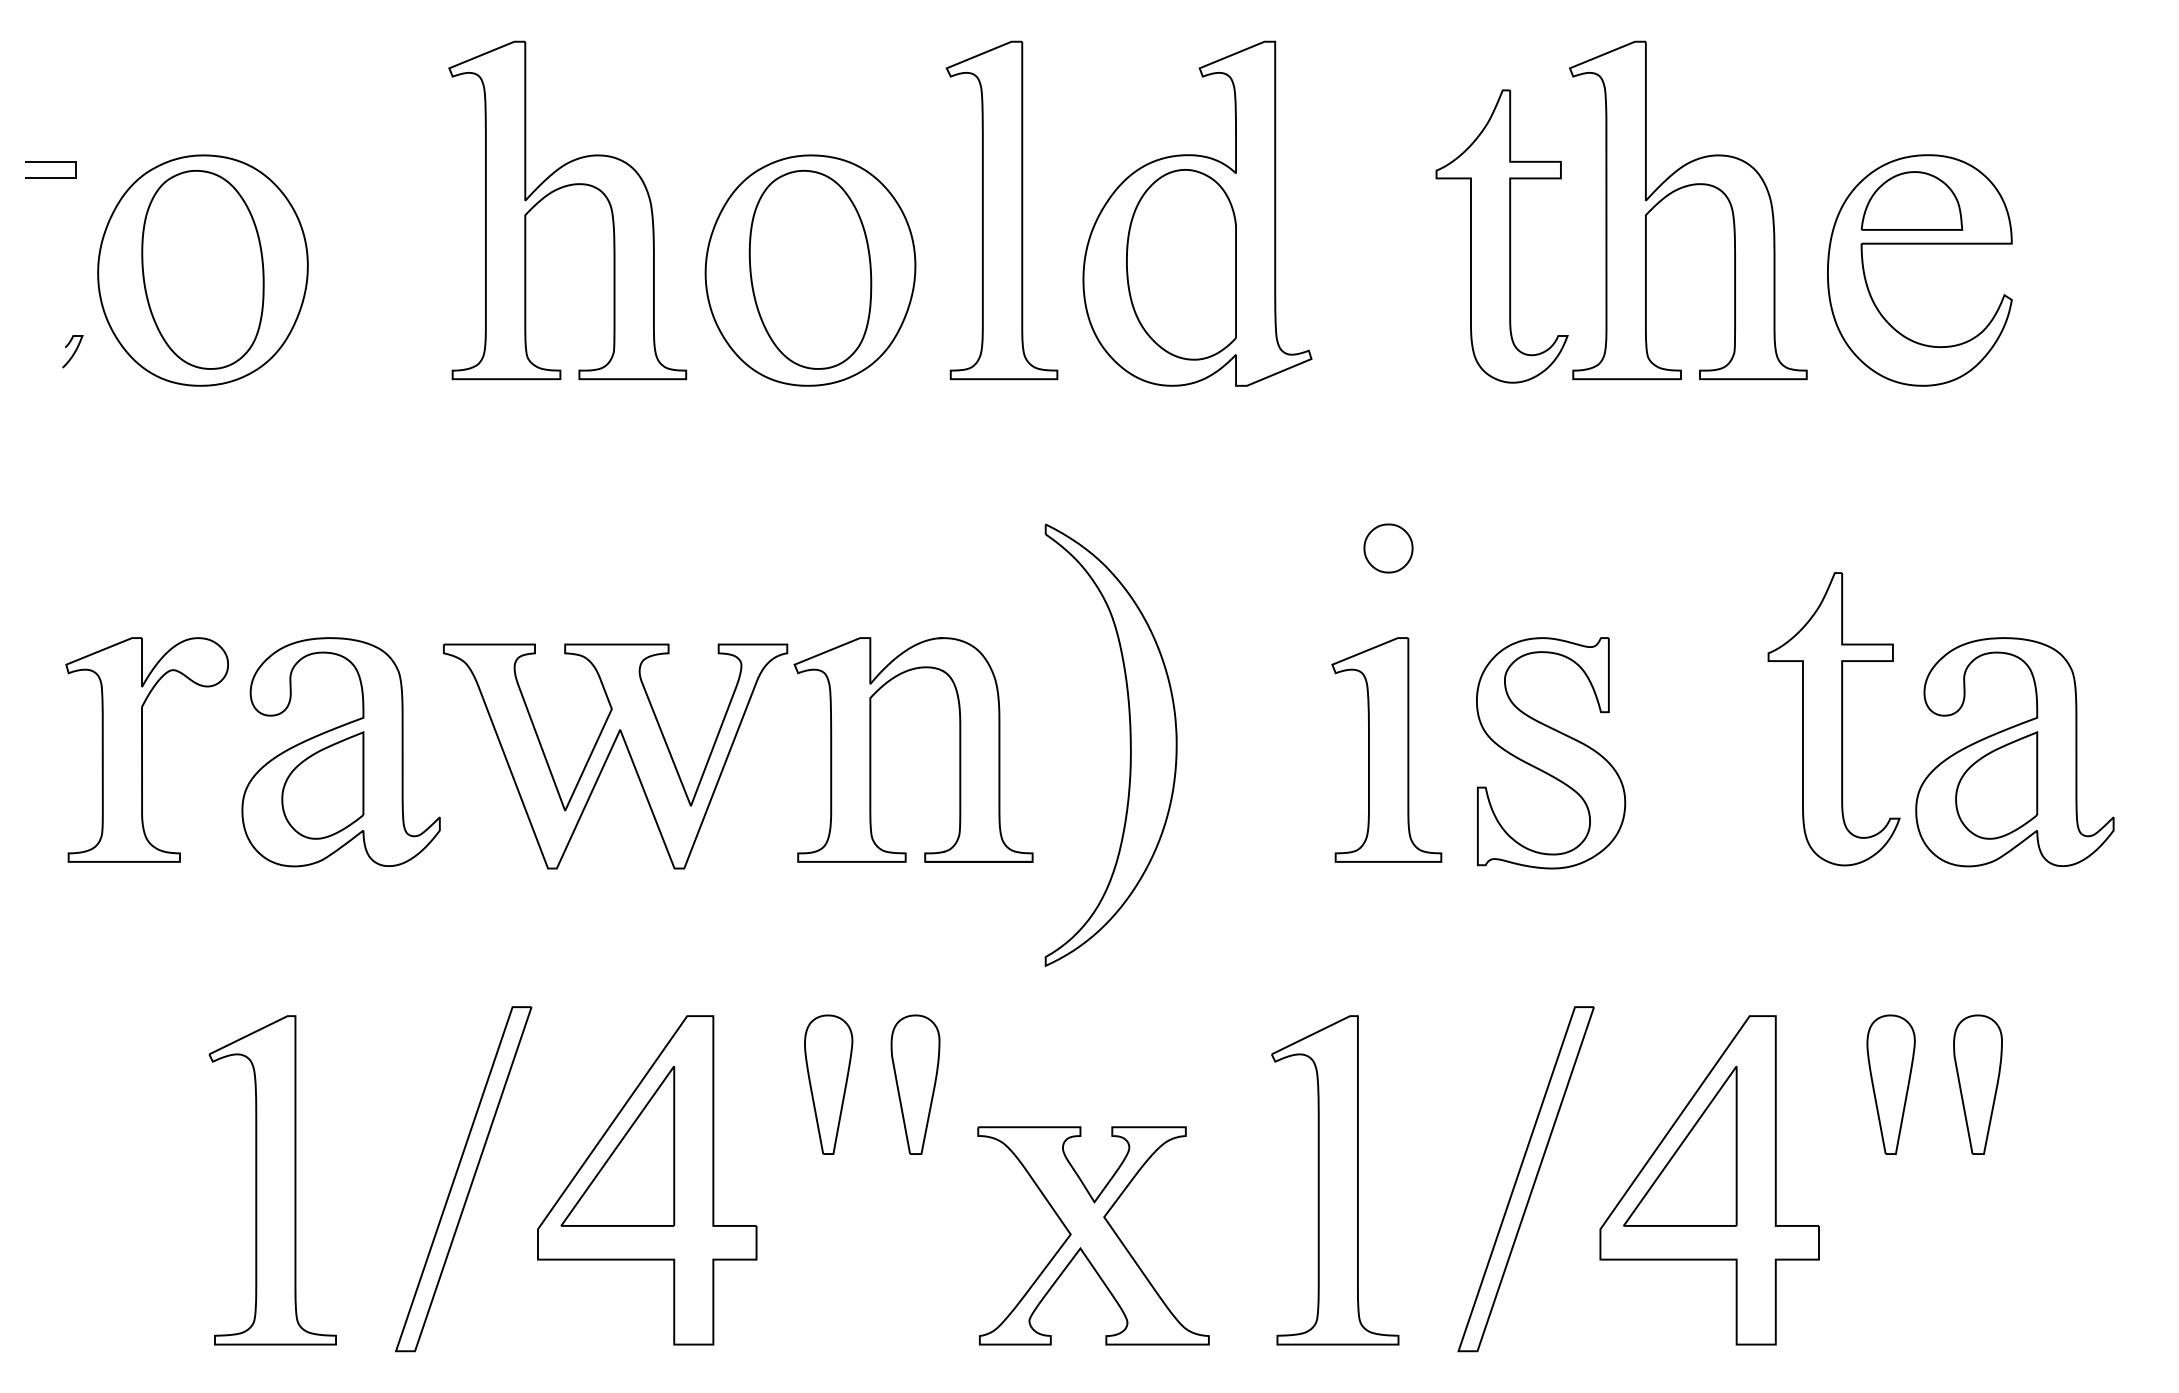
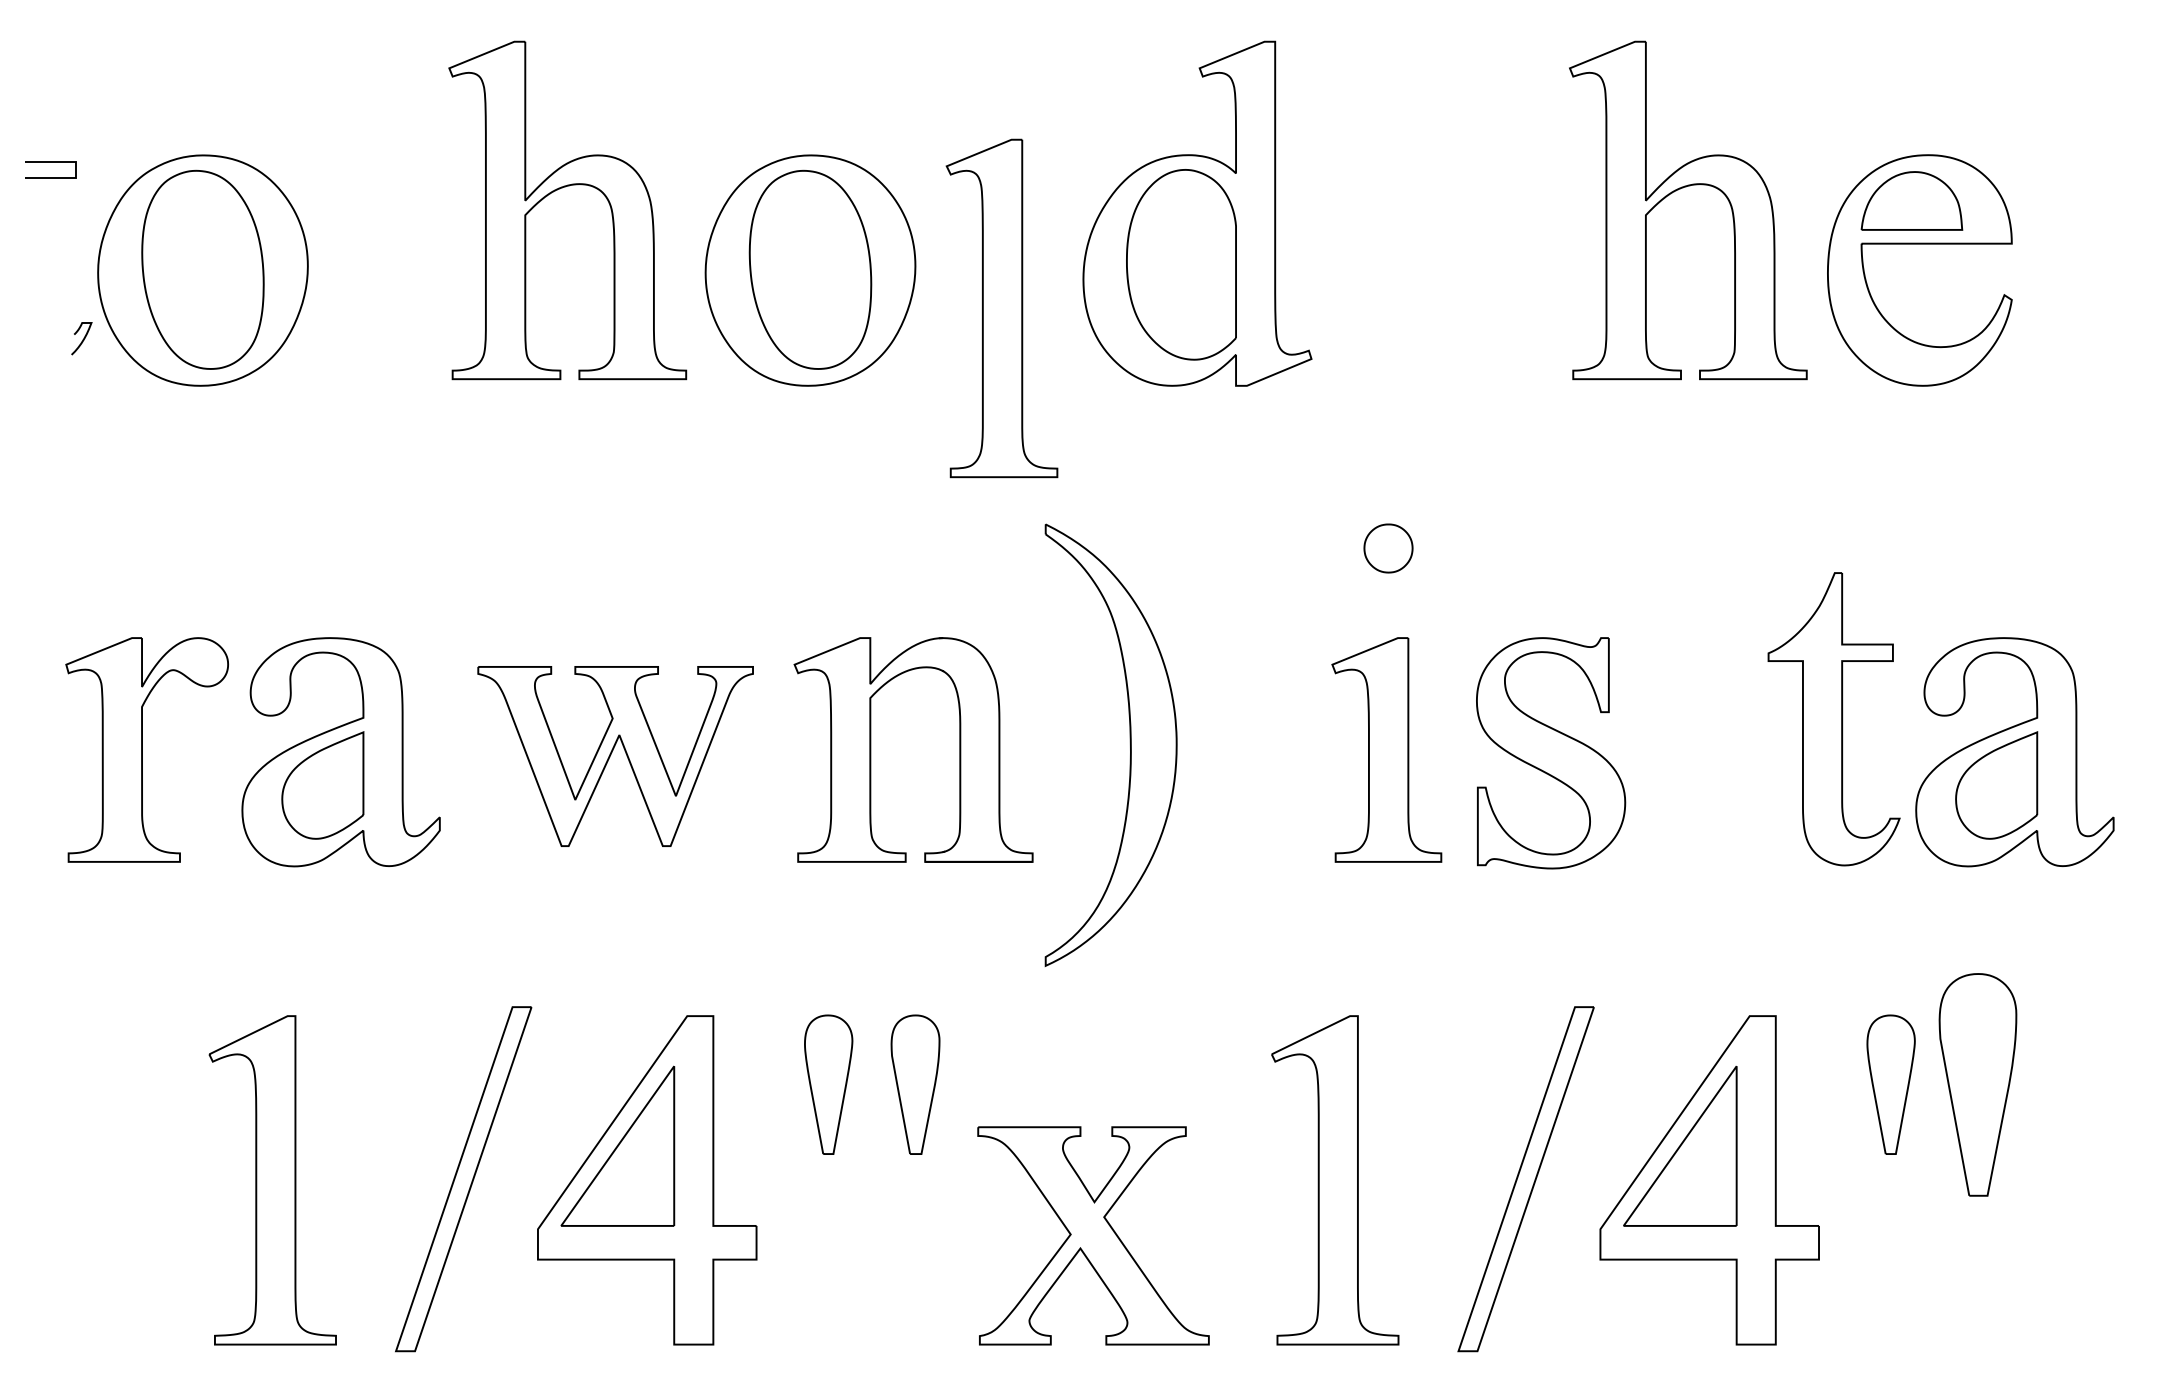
part at (1001, 210) position: (1001, 210) -> (1001, 308)
part at (1501, 236): present -> none
curve at (73, 352) position: (73, 352) -> (82, 339)
part at (615, 756) size: 346x227 px -> 277x181 px
part at (1977, 1084) size: 50x141 px -> 80x224 px
